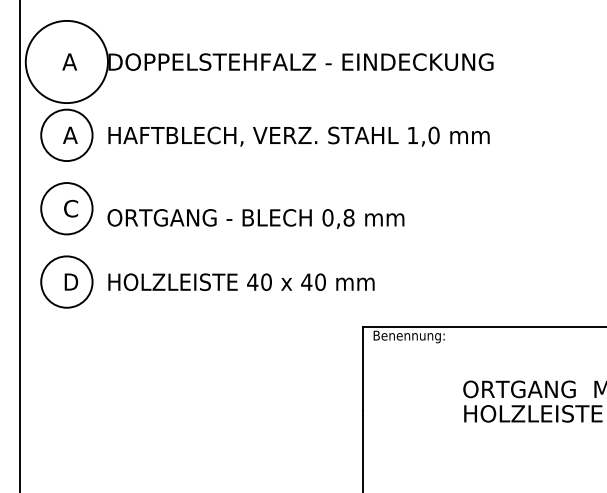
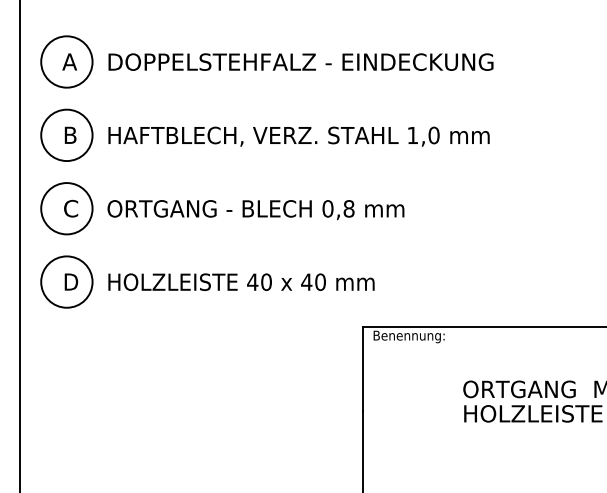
circle at (66, 61) diameter: 82 px -> 51 px
text at (70, 134): A -> B
text at (255, 219) position: (255, 219) -> (255, 210)
